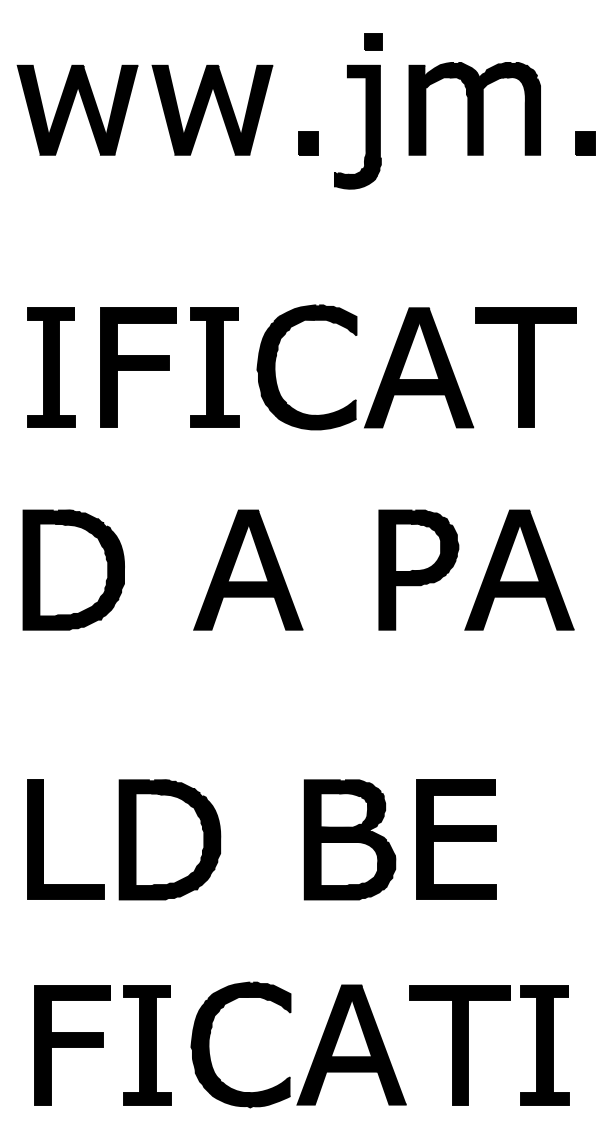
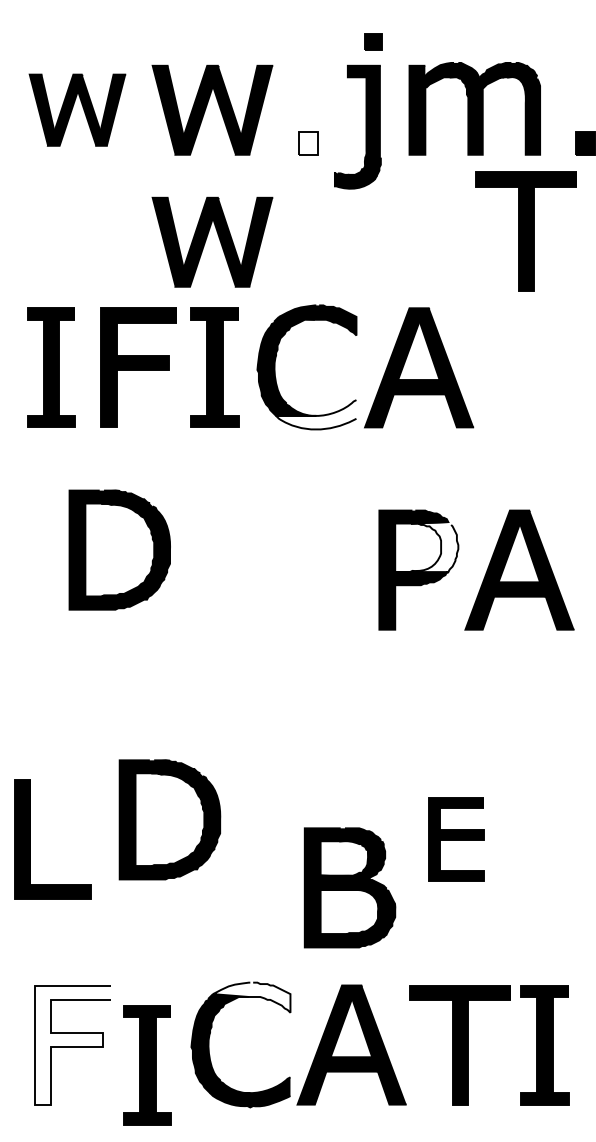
part at (77, 109) size: 123x92 px -> 99x74 px
fill at (308, 142): present -> none
part at (212, 241): none -> present
part at (525, 367) position: (525, 367) -> (525, 231)
fill at (316, 414): present -> none
fill at (426, 547): present -> none
part at (73, 569) position: (73, 569) -> (119, 549)
part at (248, 569): present -> none
part at (43, 839) position: (43, 839) -> (30, 839)
part at (169, 839) position: (169, 839) -> (169, 819)
part at (349, 839) position: (349, 839) -> (349, 887)
part at (456, 839) size: 81x121 px -> 57x85 px
fill at (251, 997): present -> none
fill at (73, 1044): present -> none
part at (147, 1045) position: (147, 1045) -> (147, 1065)
